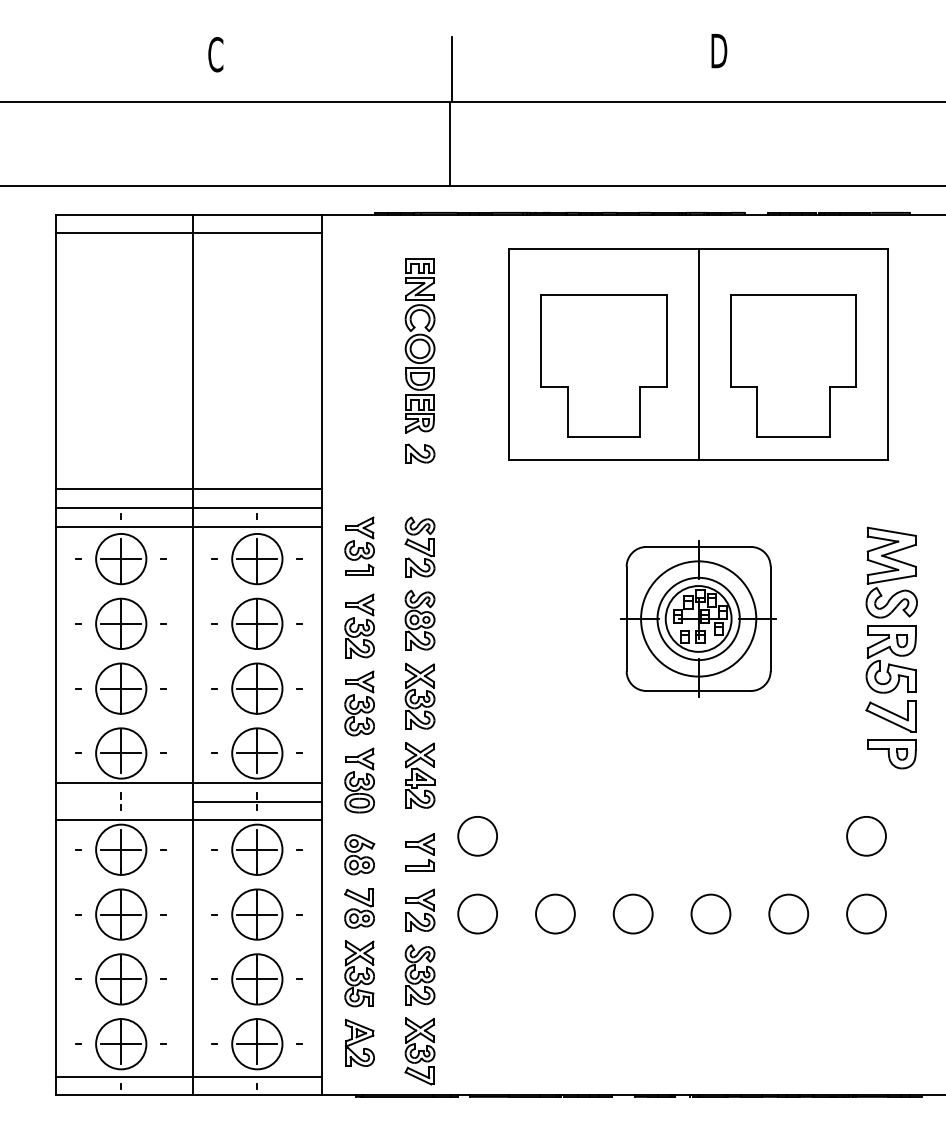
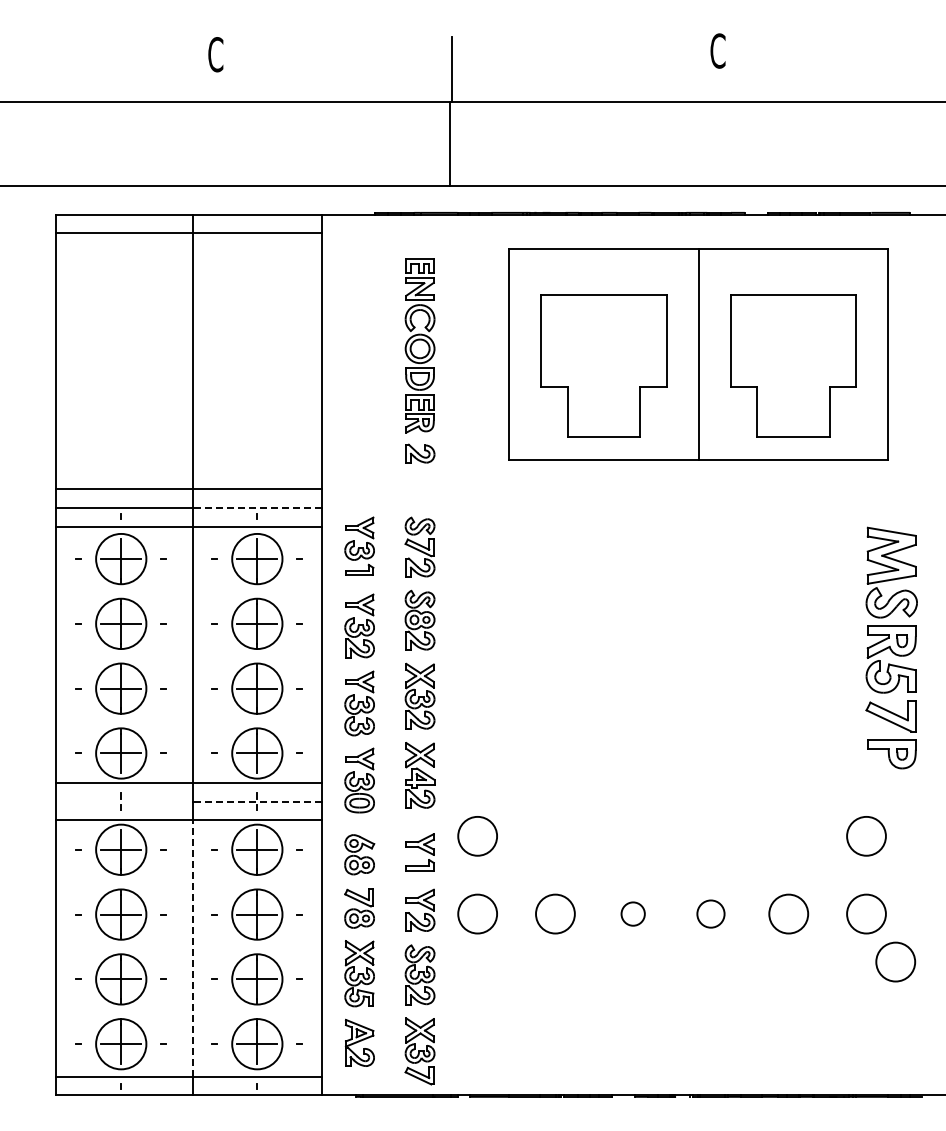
text at (718, 50): D -> C
line at (257, 508): solid -> dashed
part at (698, 618): present -> none
line at (257, 801): solid -> dashed
circle at (632, 913) diameter: 39 px -> 23 px
circle at (710, 913) diameter: 39 px -> 27 px
line at (192, 947): solid -> dashed
circle at (895, 961): none -> present
